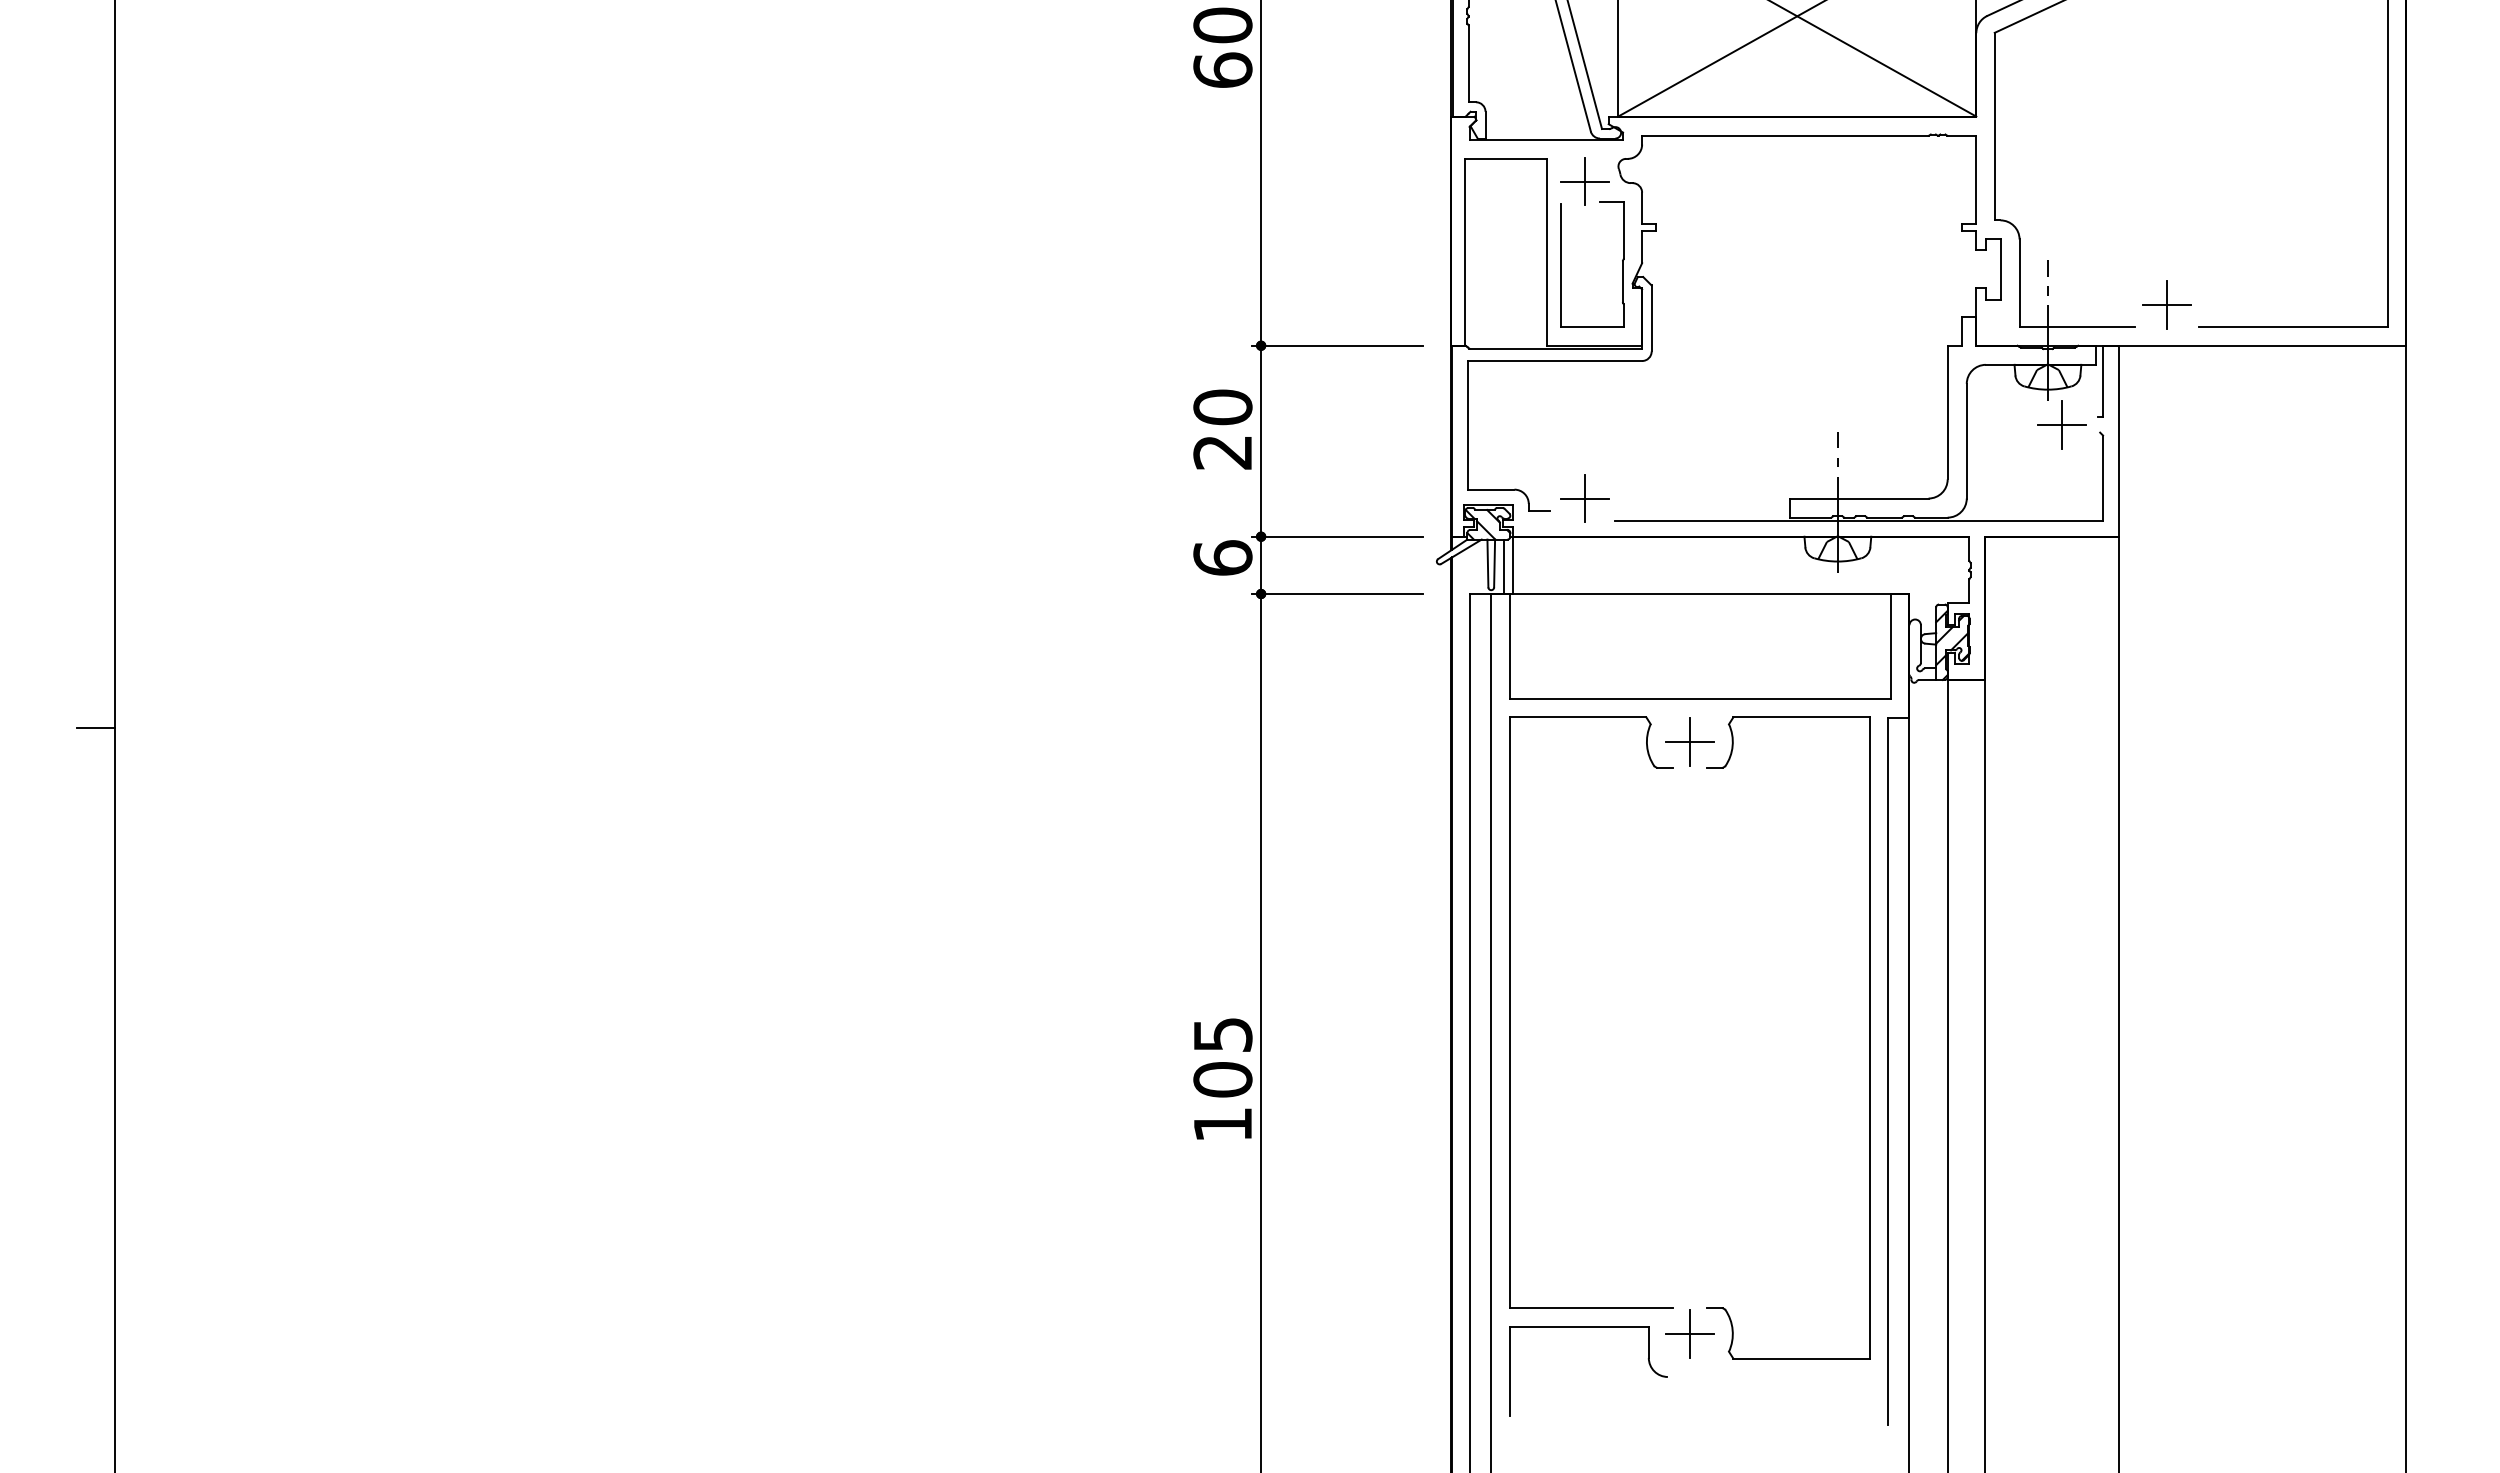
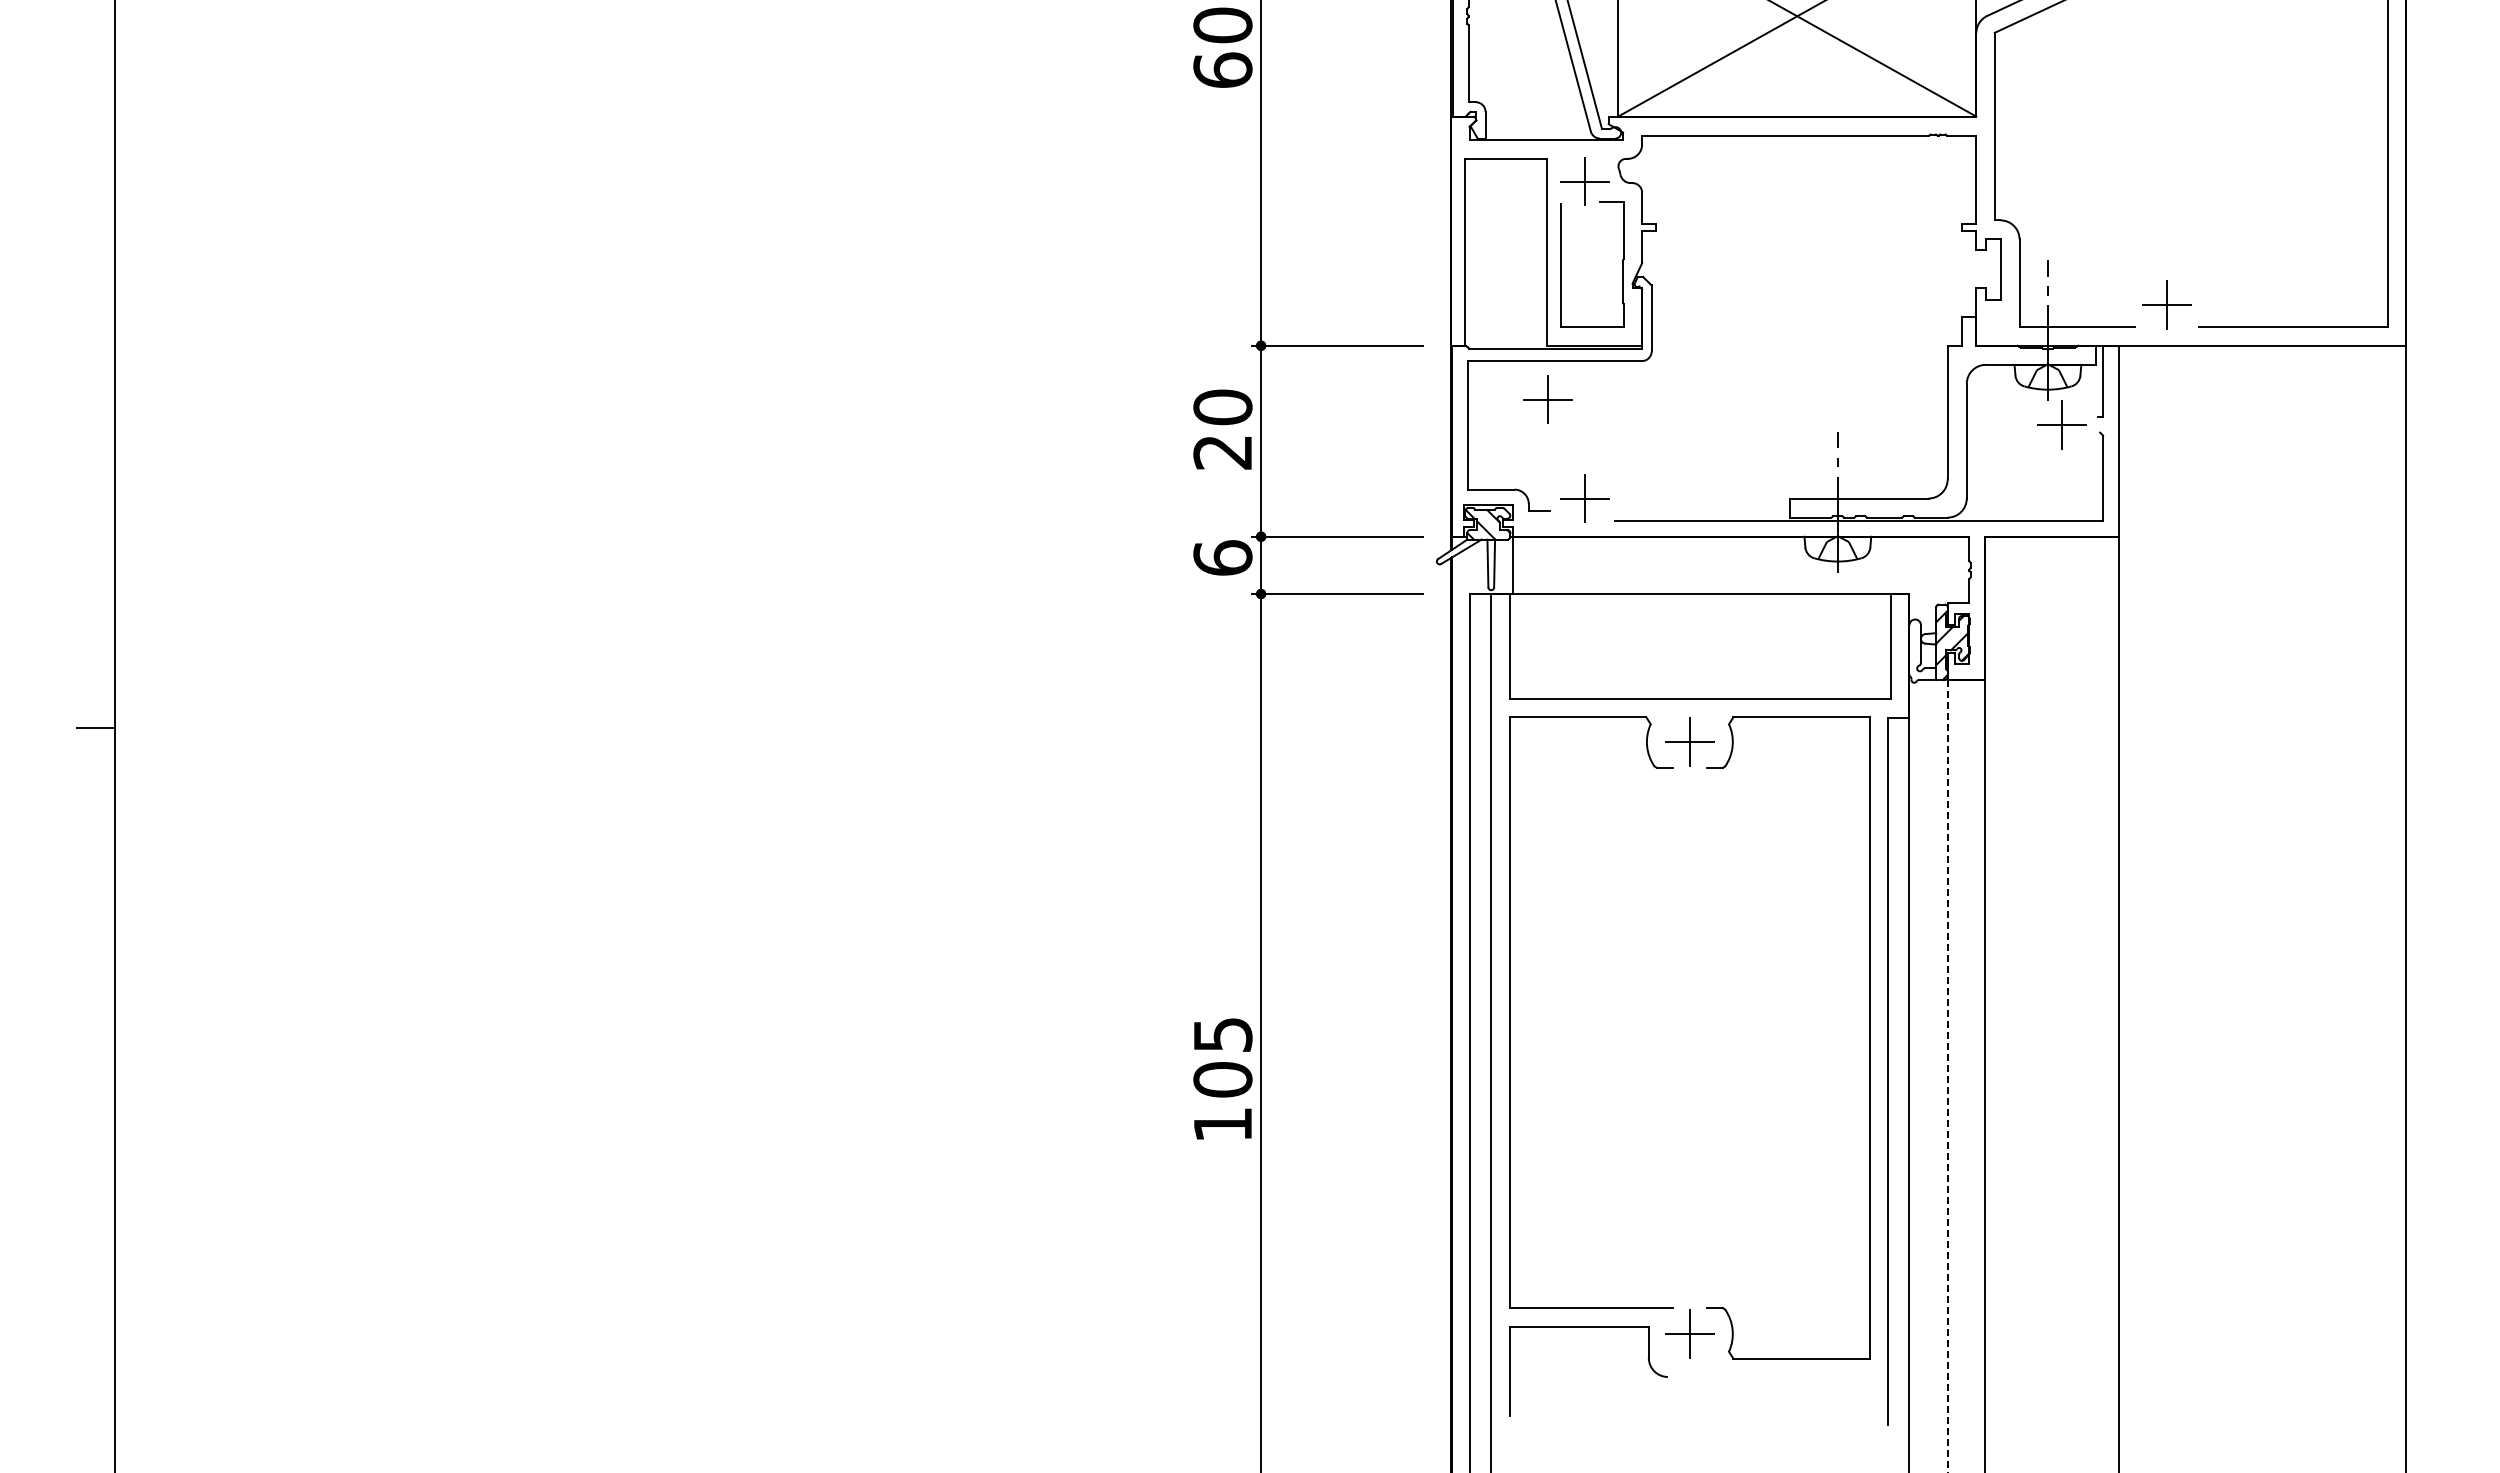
part at (1547, 399): none -> present
line at (1503, 566): present -> none
line at (1947, 1076): solid -> dashed
